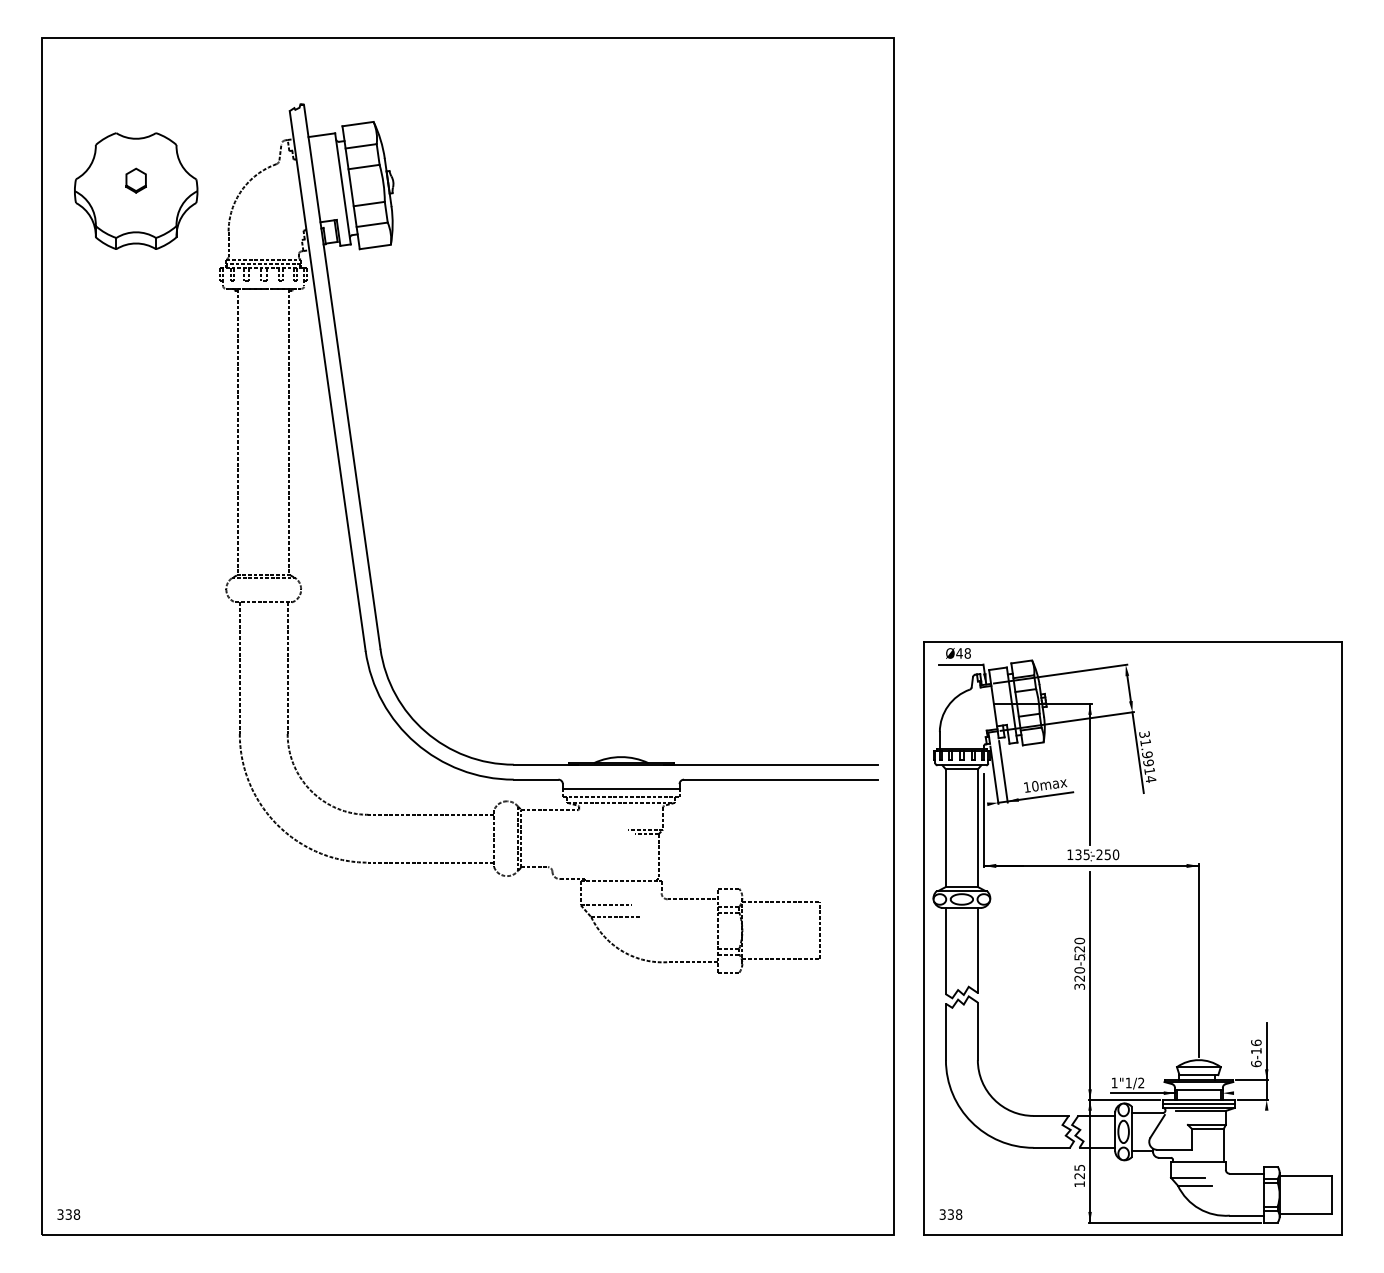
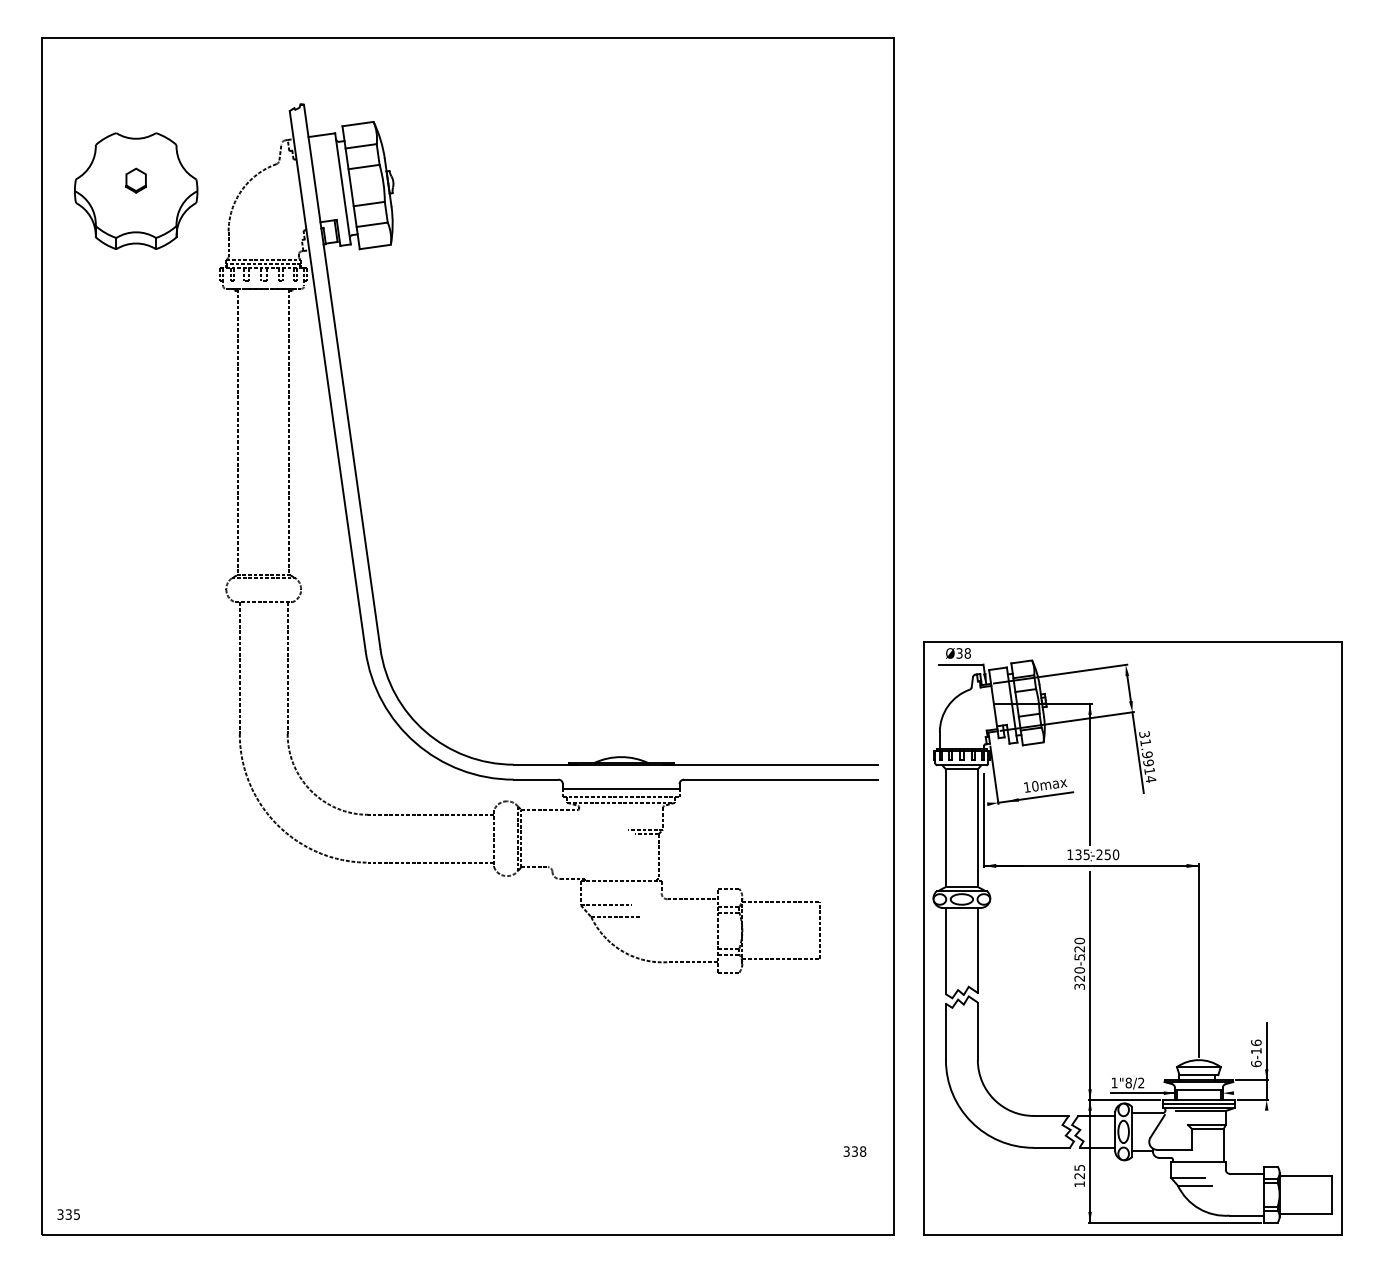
text at (959, 653): Ø48 -> Ø38
line at (1003, 771): present -> none
text at (1128, 1082): 1"1/2 -> 1"8/2
text at (76, 1214): 338 -> 335
text at (950, 1214) position: (950, 1214) -> (854, 1151)
